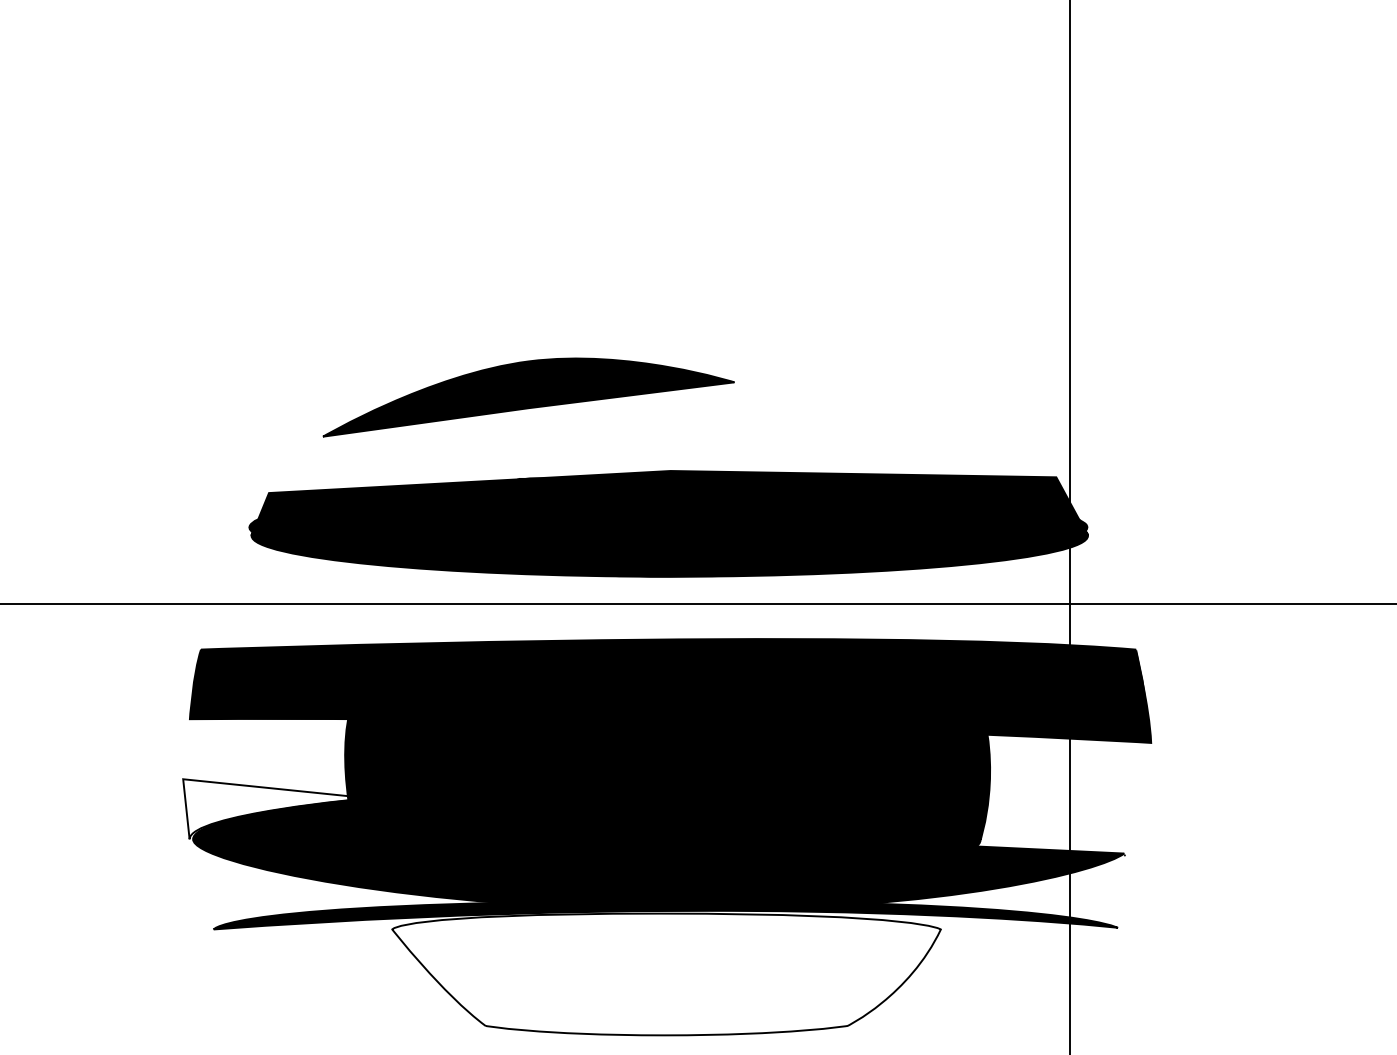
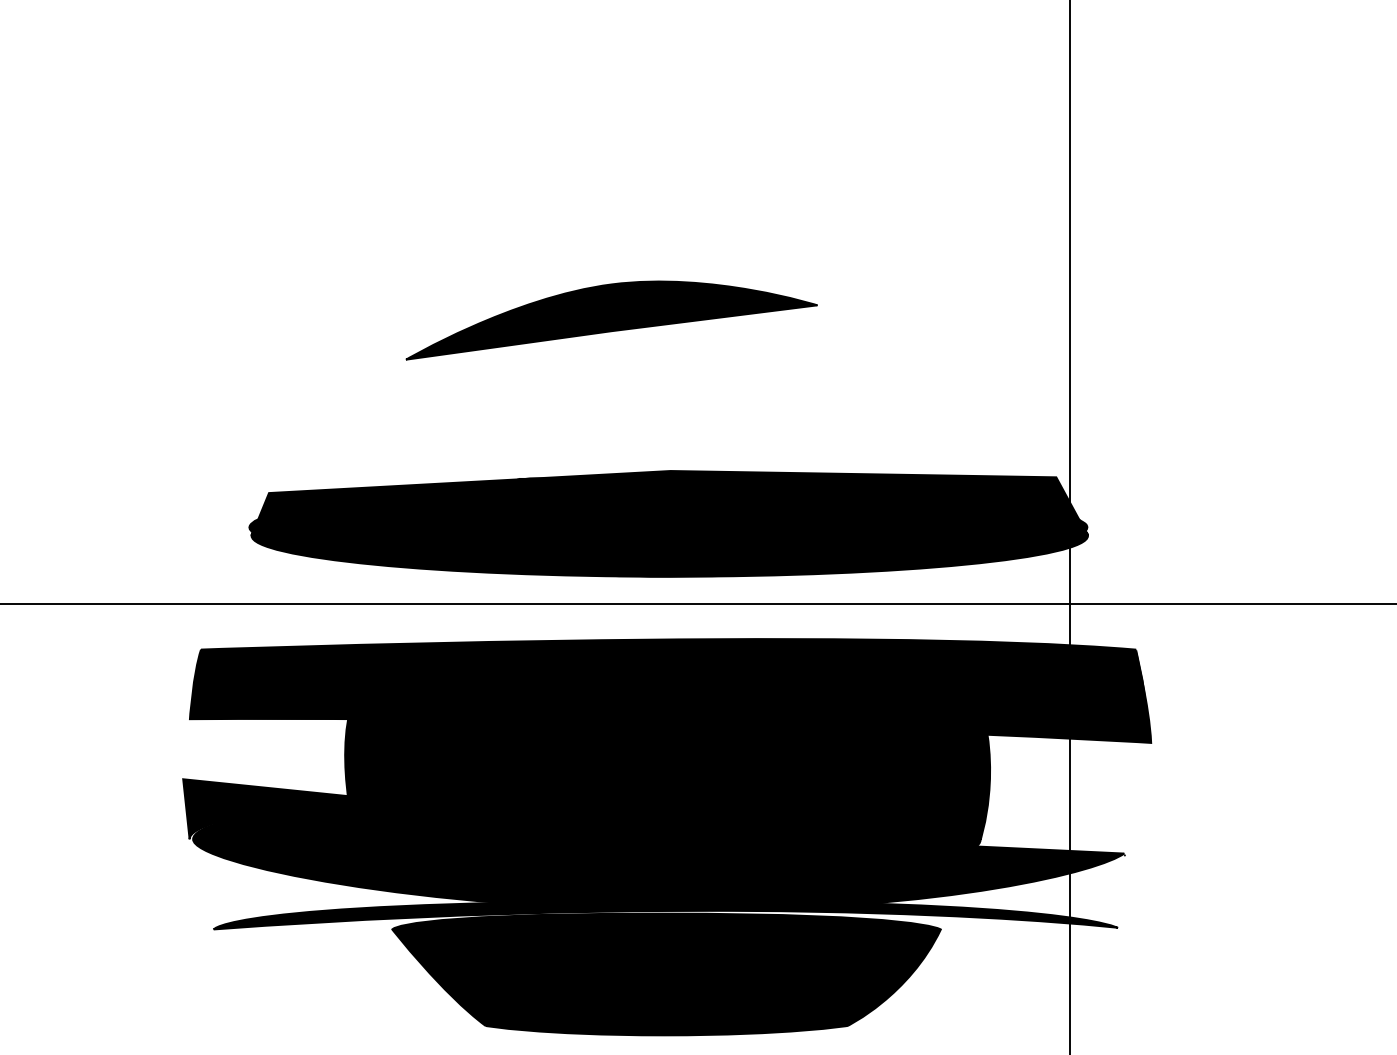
part at (528, 397) position: (528, 397) -> (611, 320)
fill at (275, 809): none -> present
fill at (666, 974): none -> present
